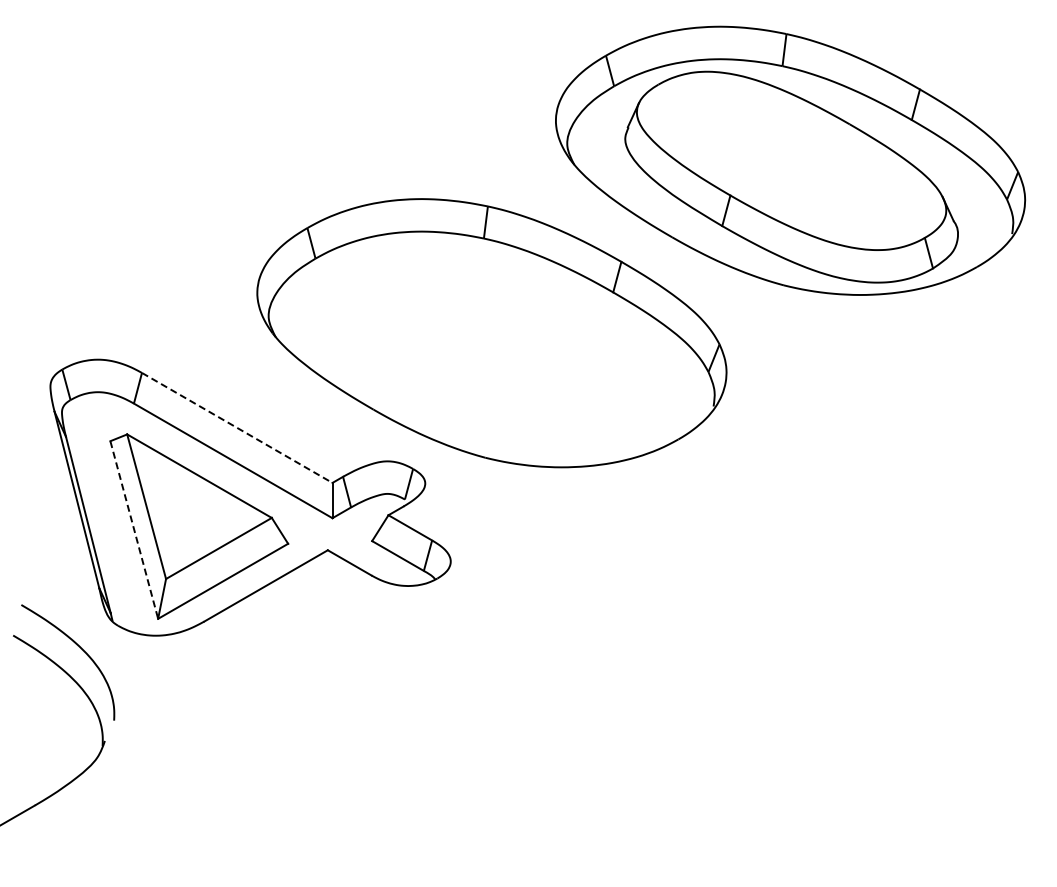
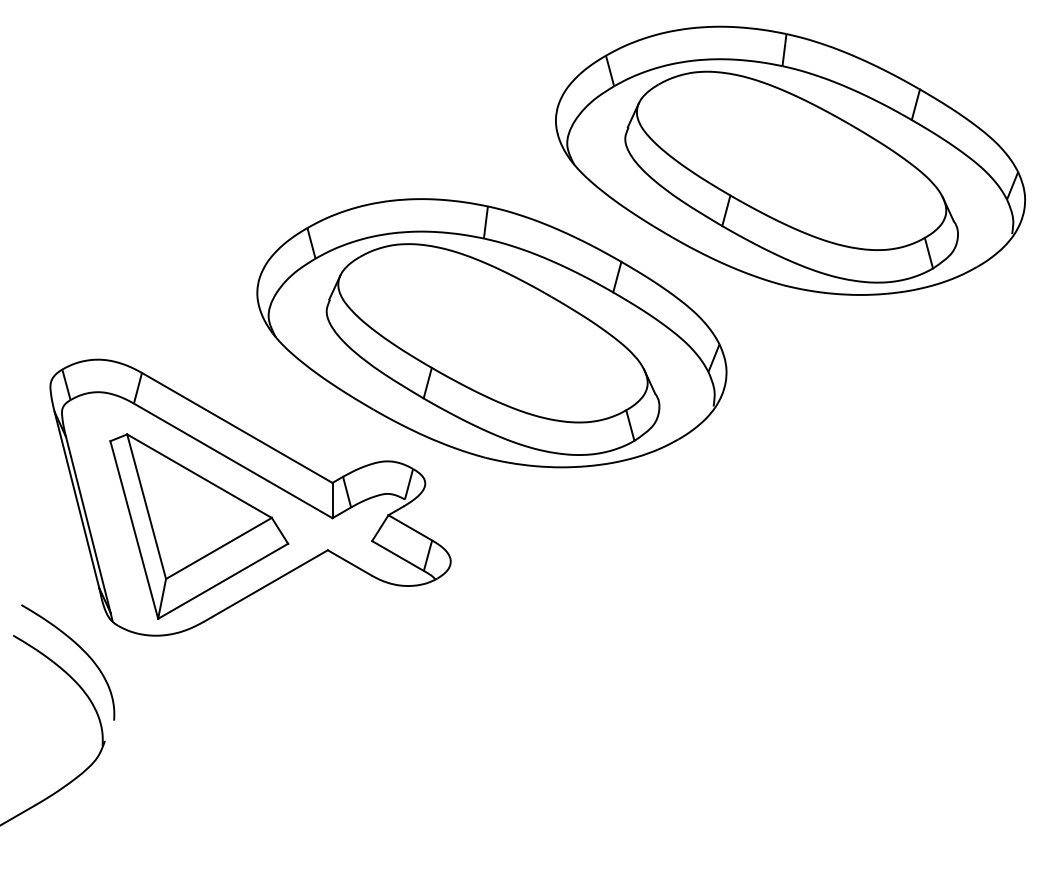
part at (492, 349): none -> present
line at (237, 427): dashed -> solid
line at (134, 530): dashed -> solid
